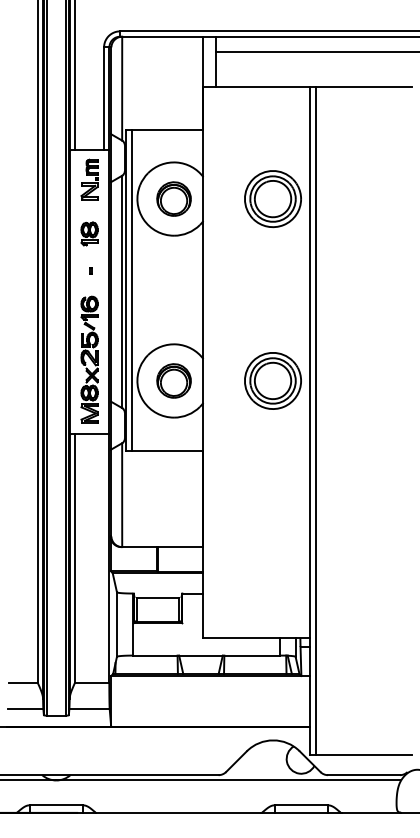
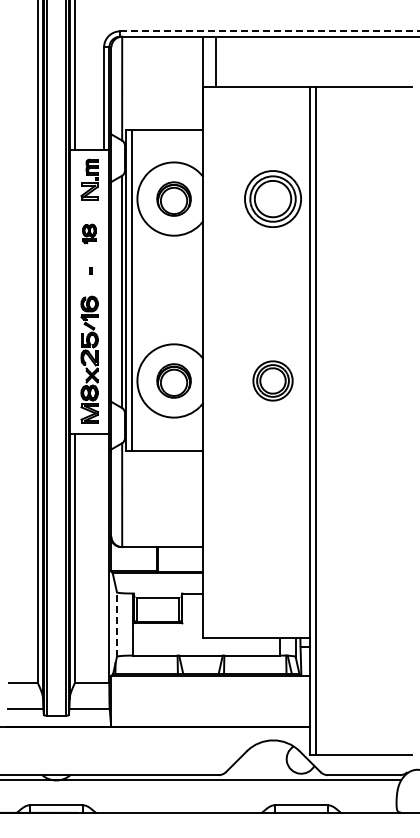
line at (270, 31): solid -> dashed
line at (316, 52): present -> none
part at (89, 233) size: 19x26 px -> 15x22 px
part at (272, 380) size: 58x58 px -> 42x42 px
line at (116, 624): solid -> dashed
